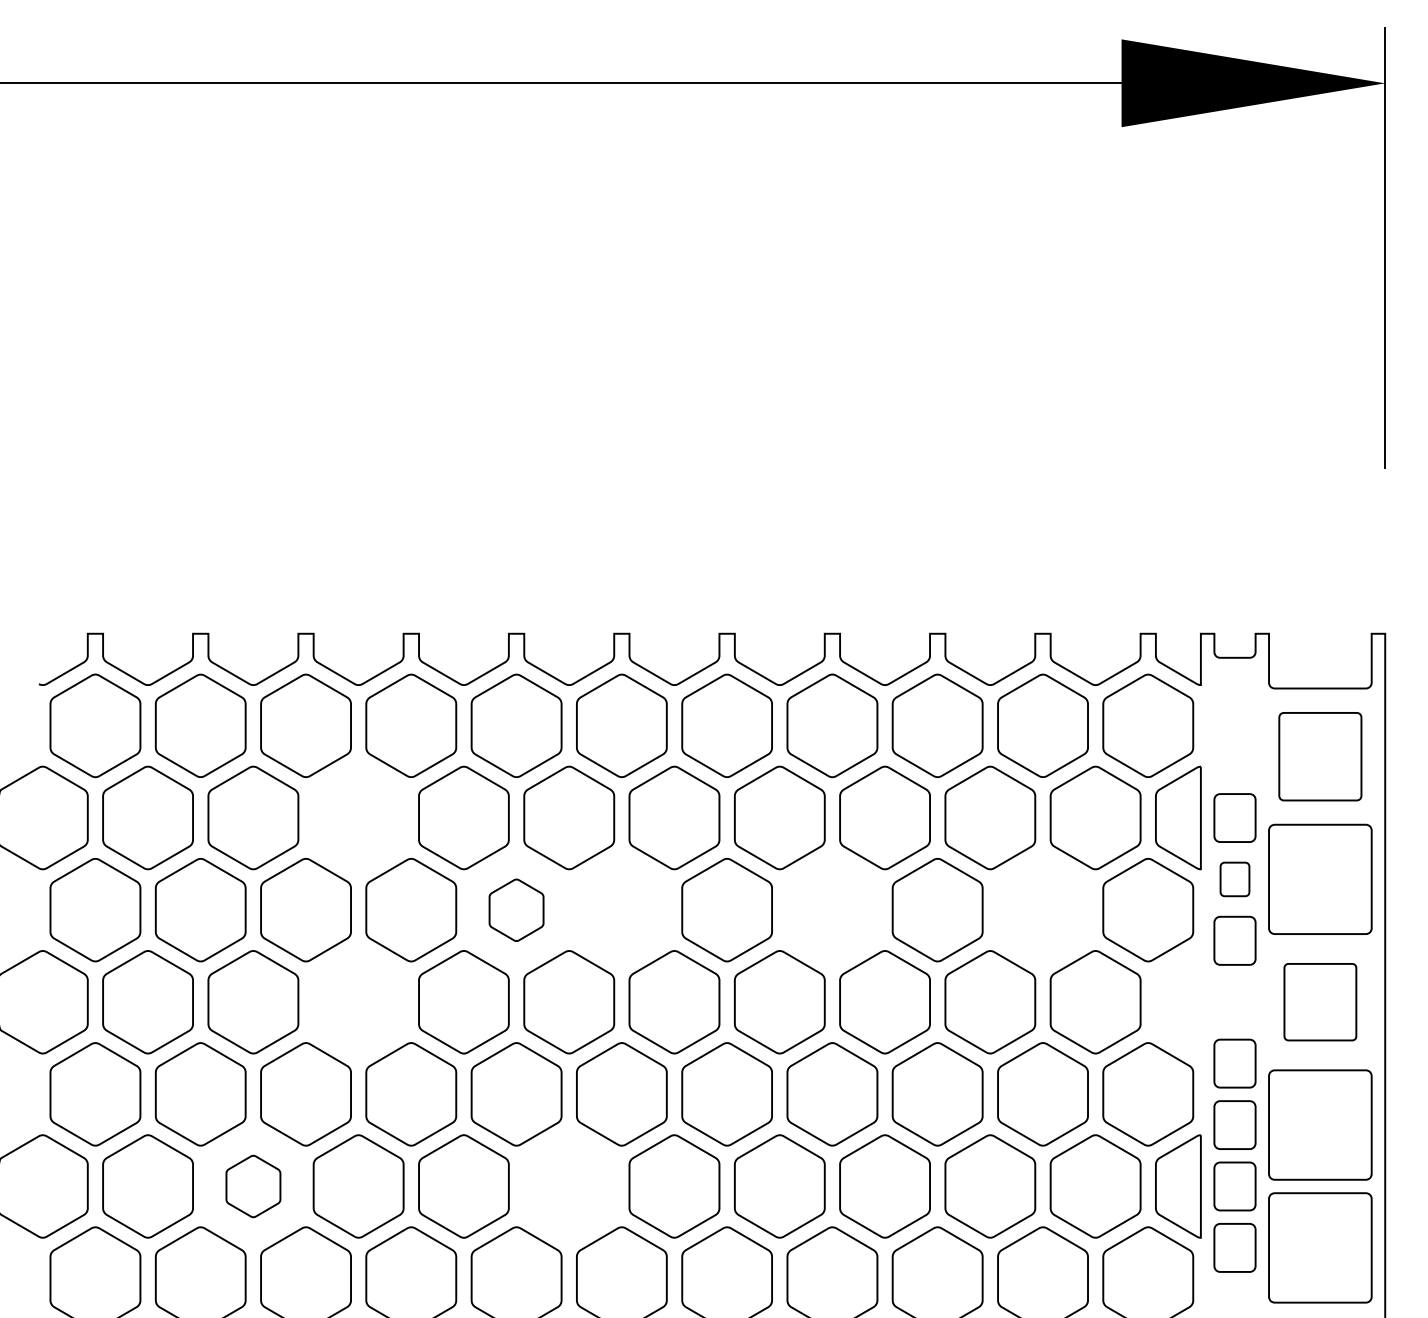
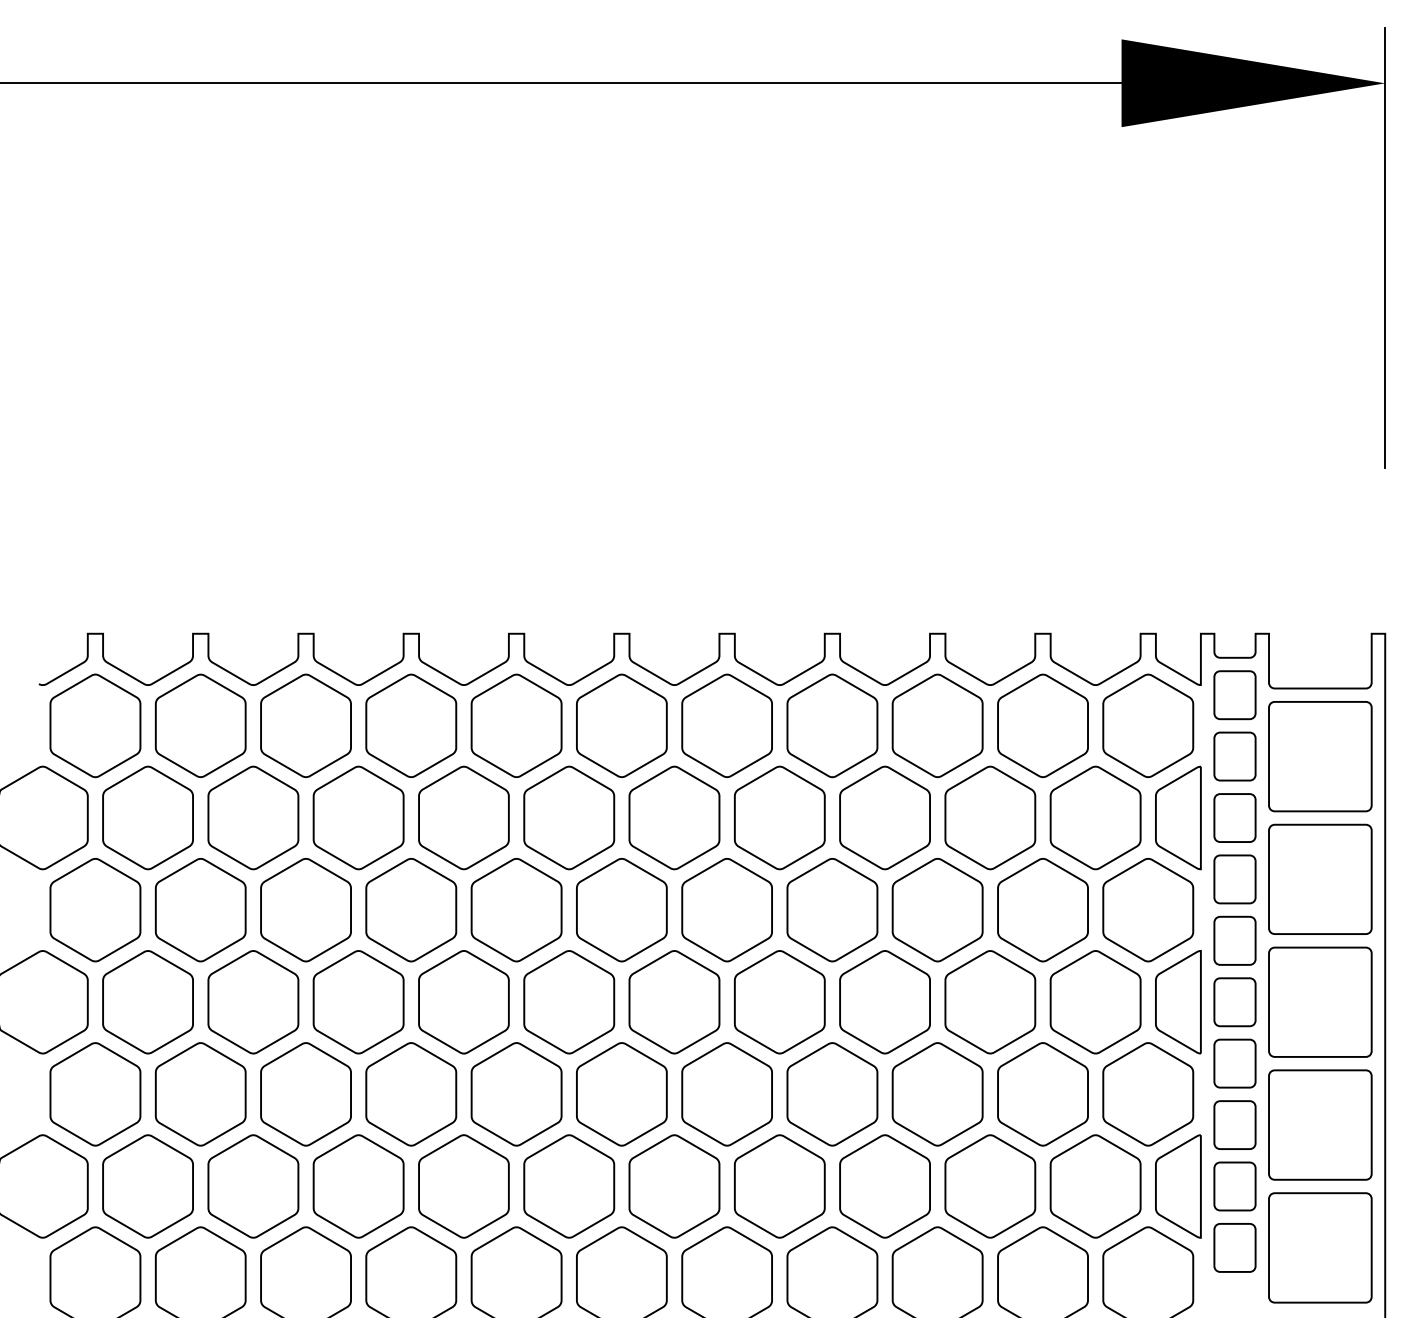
part at (1234, 695): none -> present
part at (1234, 756): none -> present
part at (1320, 756) size: 85x90 px -> 105x112 px
part at (358, 817): none -> present
part at (1234, 879) size: 32x37 px -> 44x51 px
part at (516, 909) size: 57x64 px -> 93x105 px
part at (621, 910): none -> present
part at (832, 910): none -> present
part at (1042, 910): none -> present
part at (358, 1002): none -> present
part at (1178, 1002): none -> present
part at (1234, 1002): none -> present
part at (1320, 1002) size: 75x79 px -> 105x112 px
part at (253, 1186) size: 57x65 px -> 93x105 px
part at (569, 1186): none -> present
